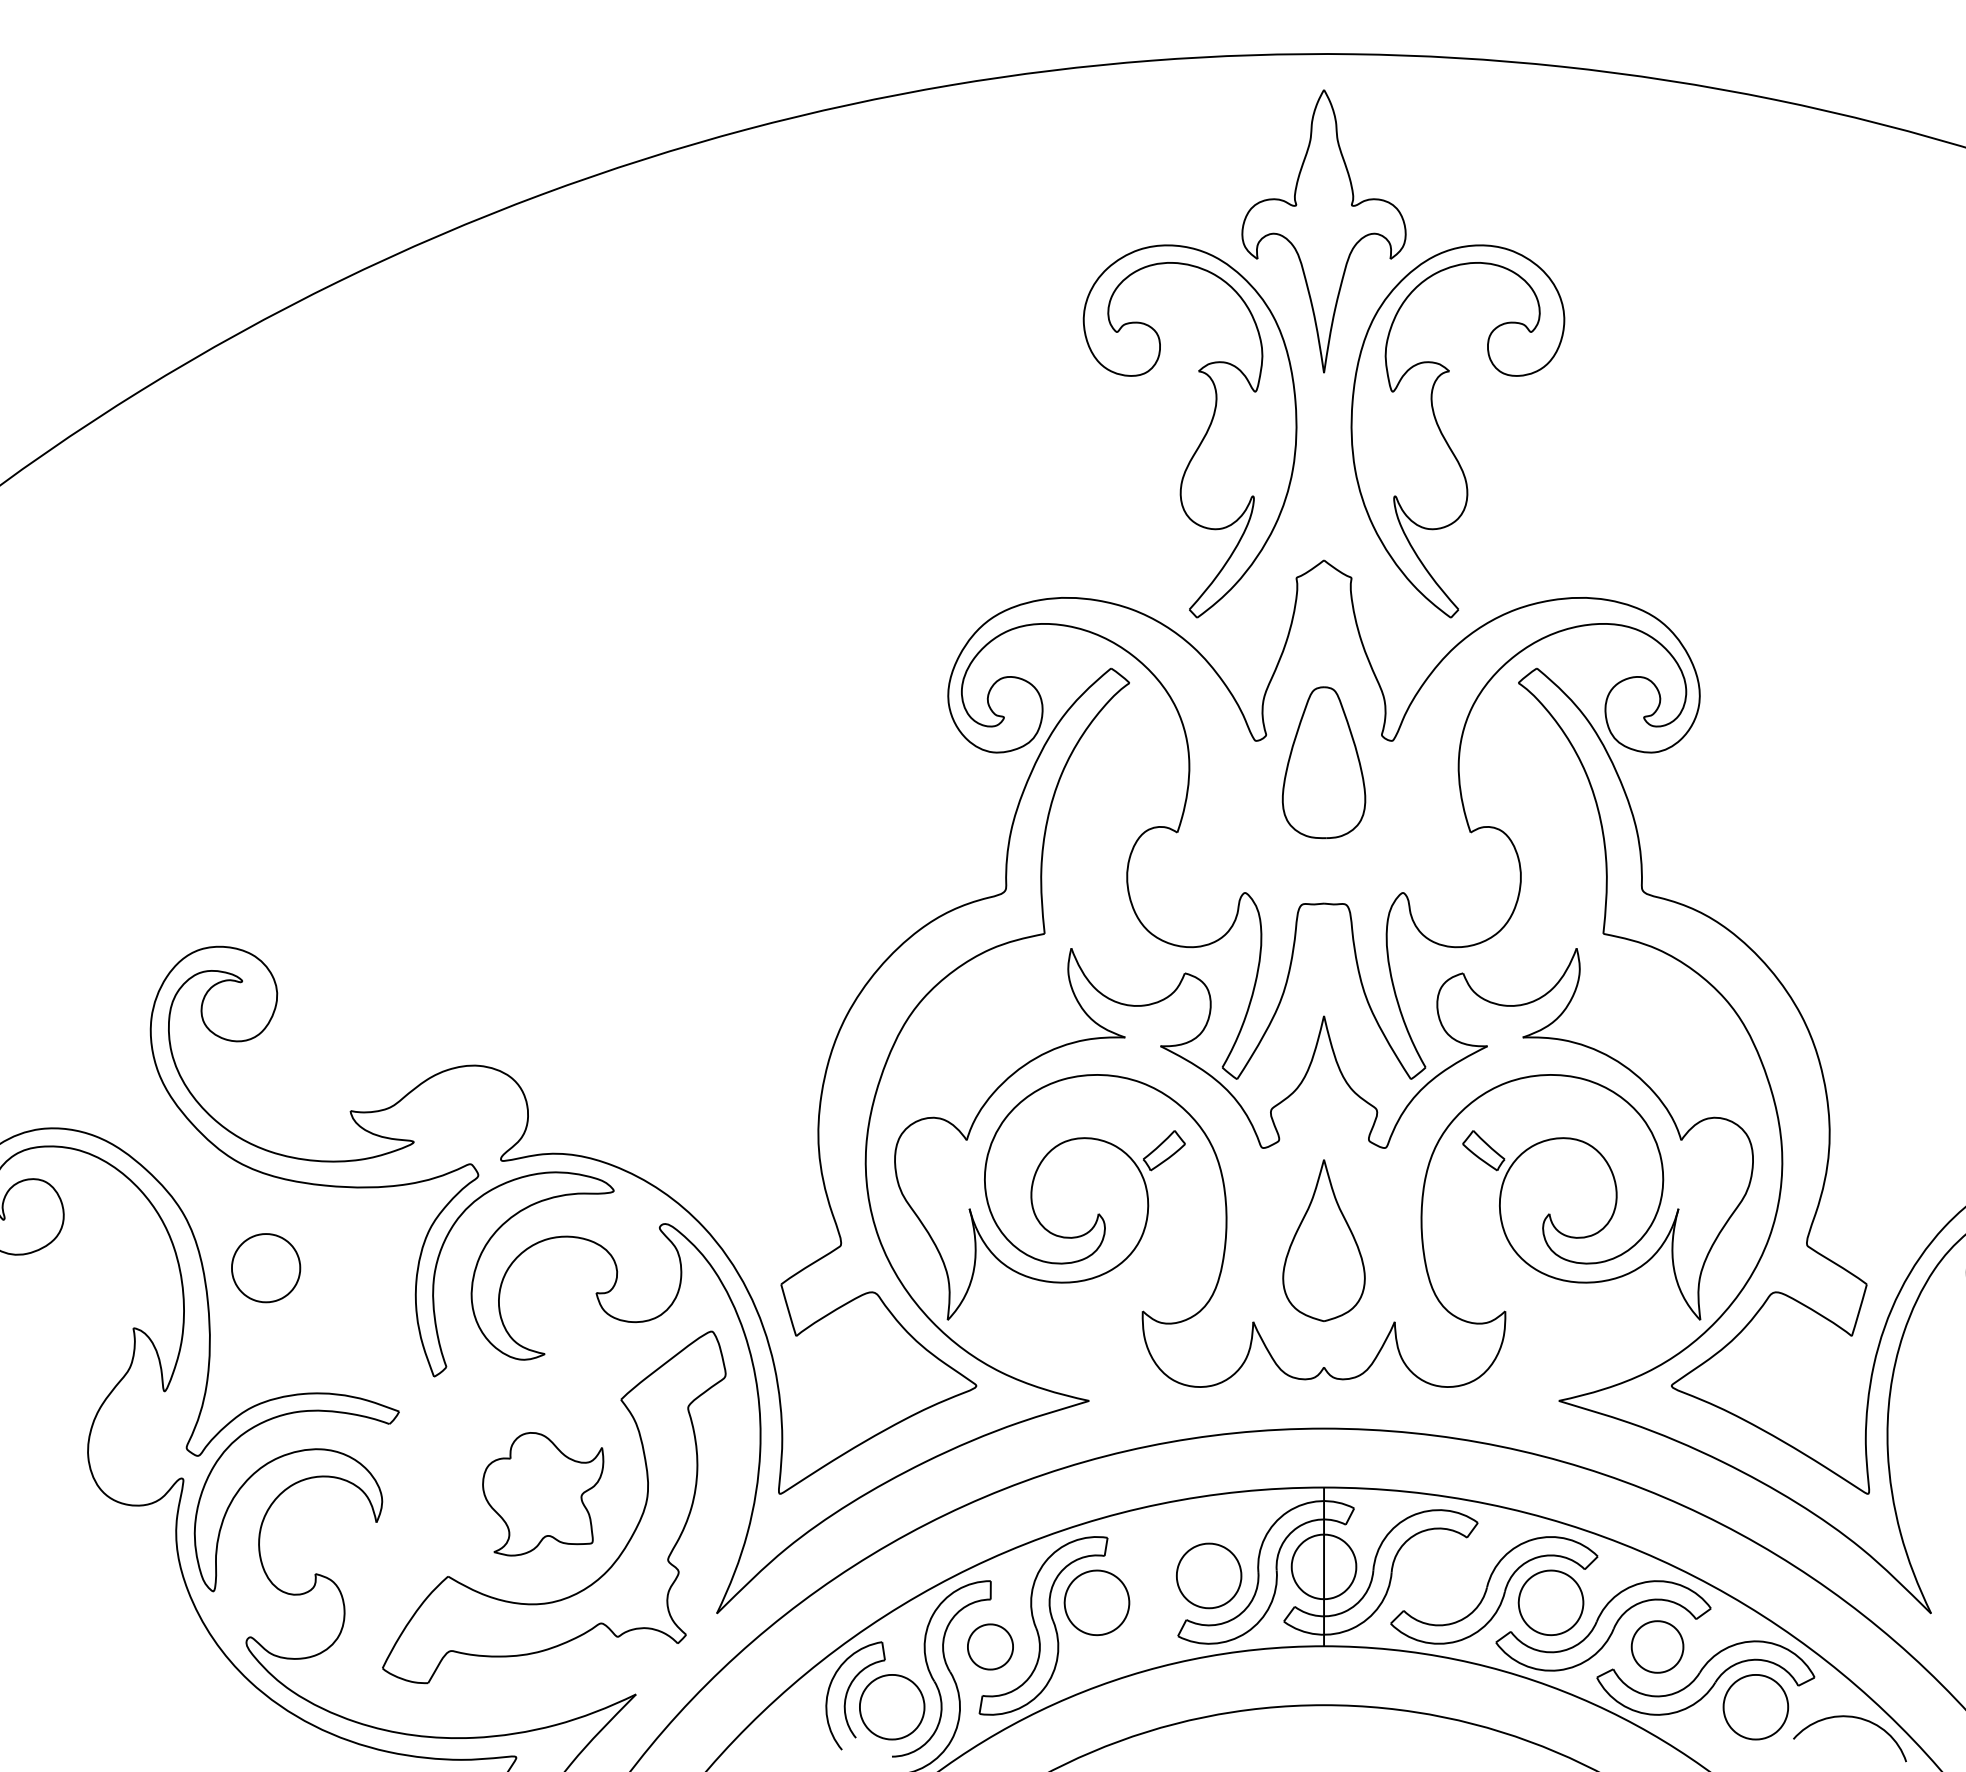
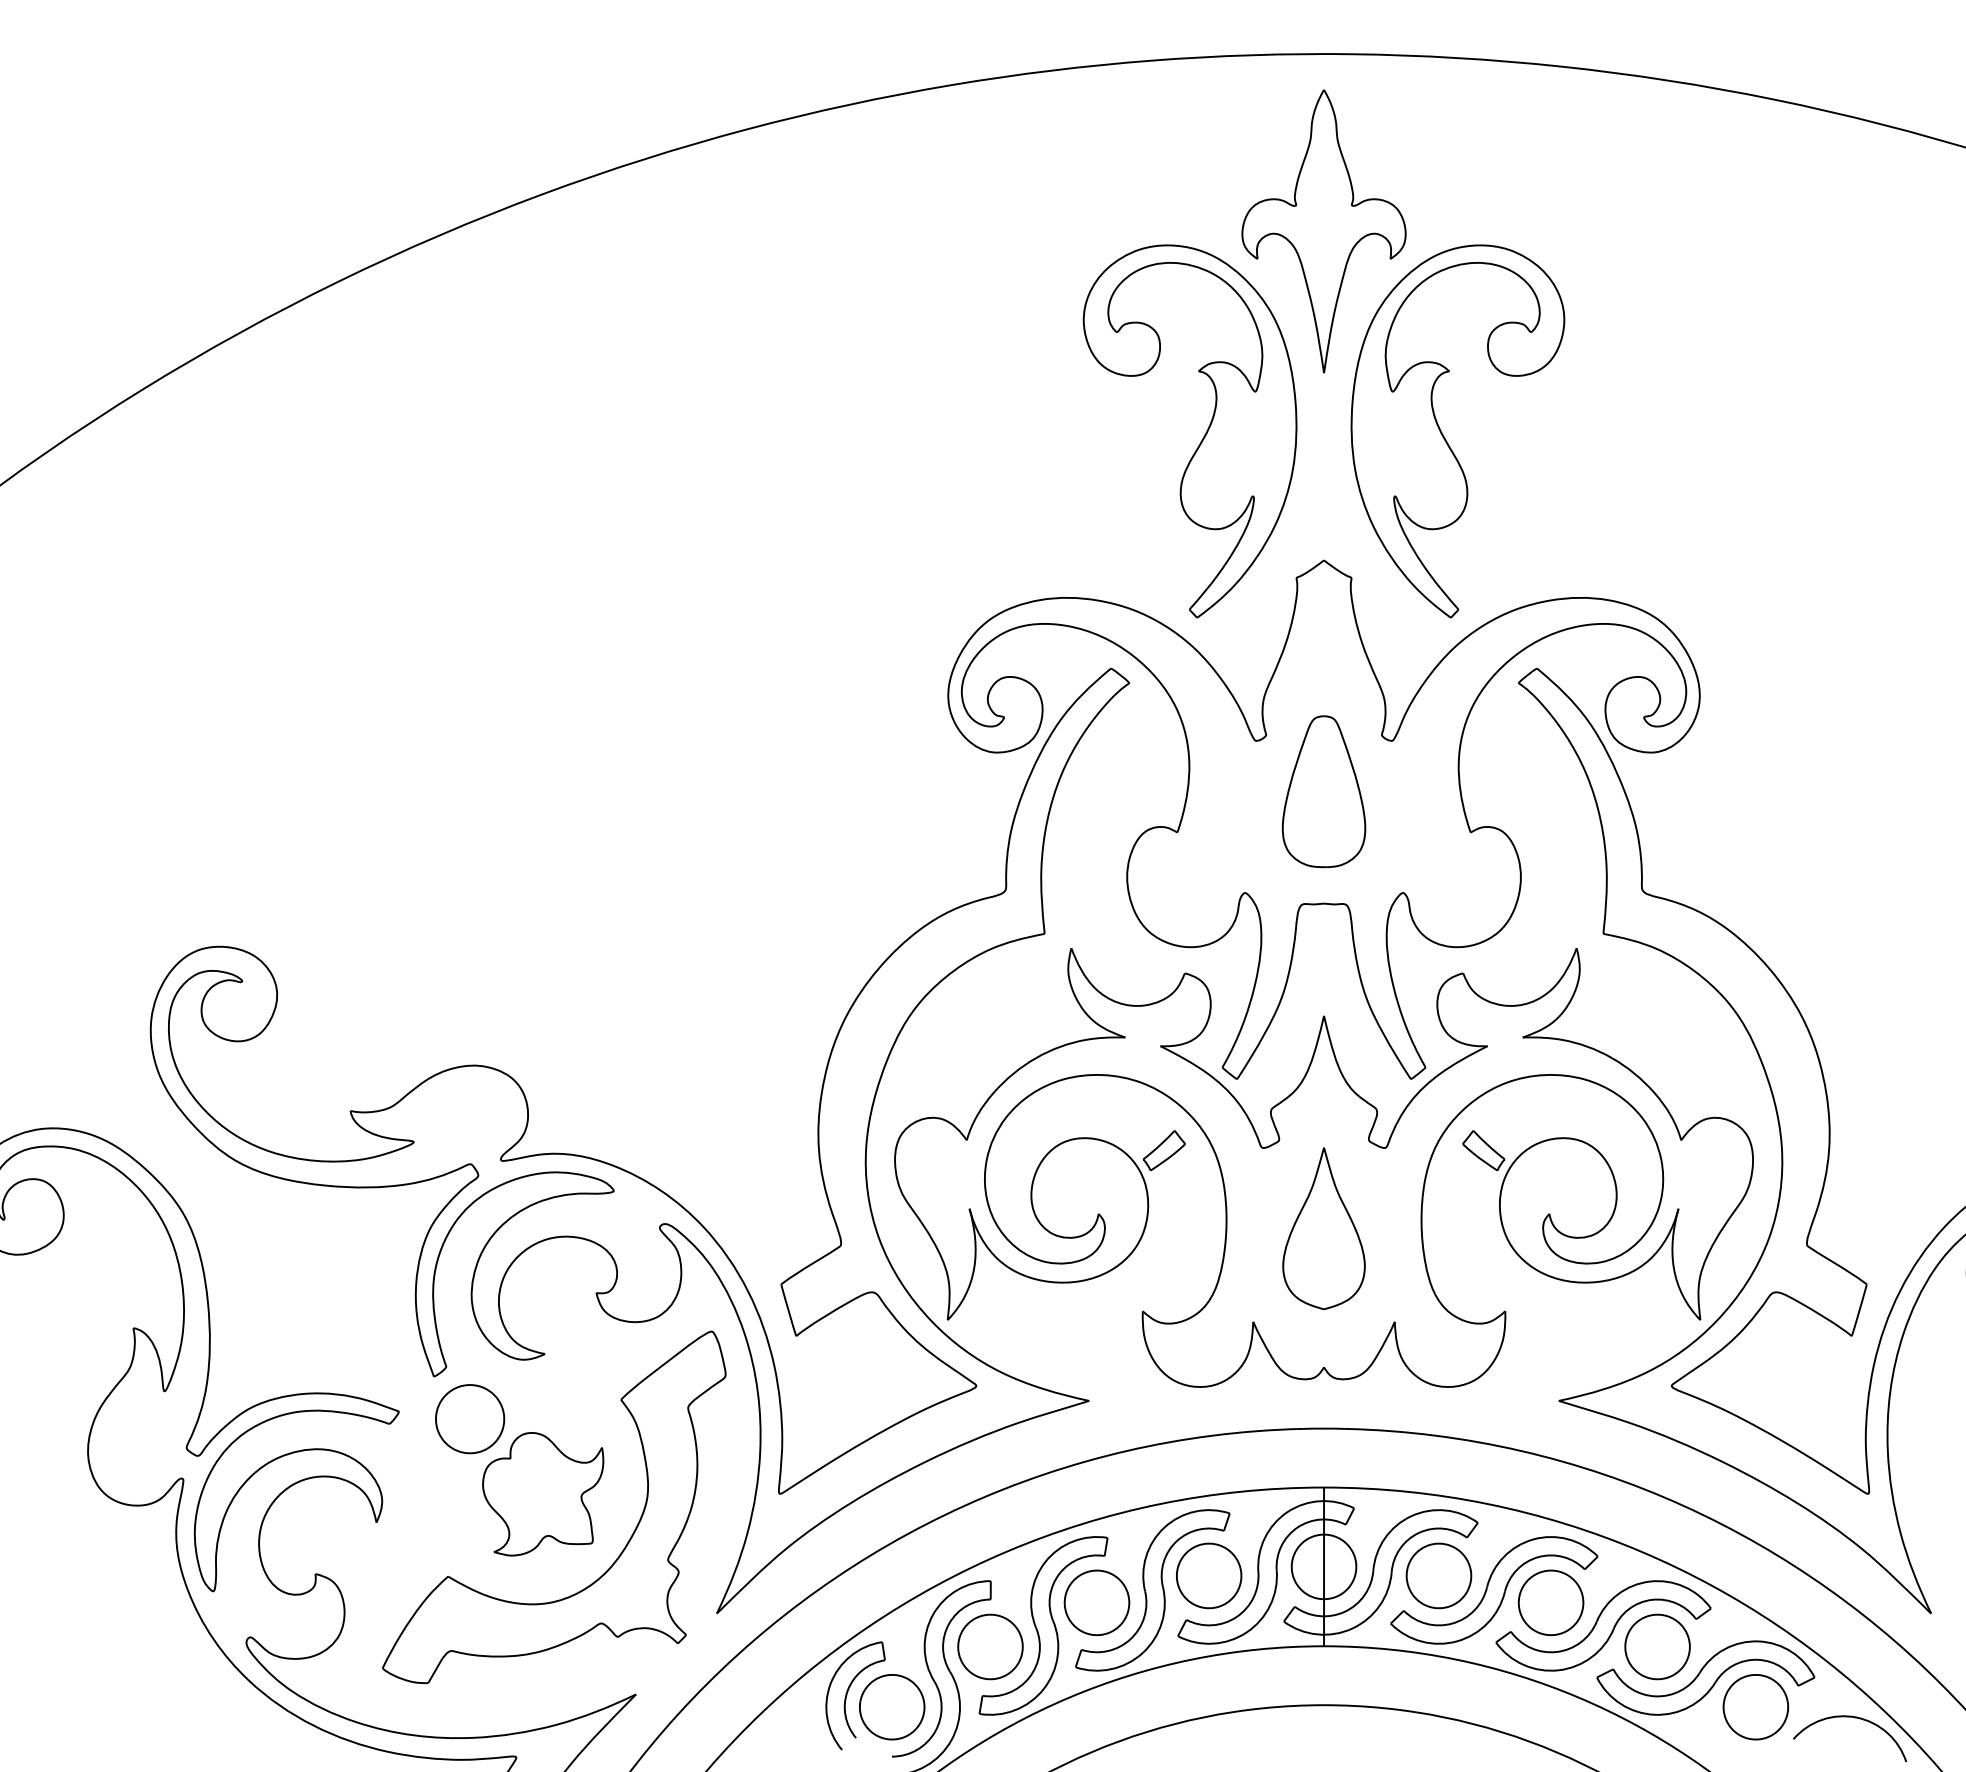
part at (1323, 762) position: (1323, 762) -> (1323, 791)
part at (1323, 1240) position: (1323, 1240) -> (1323, 1228)
part at (266, 1268) position: (266, 1268) -> (470, 1419)
part at (1438, 1575): none -> present
part at (1152, 1590): none -> present
part at (990, 1646) size: 47x48 px -> 67x68 px
part at (1657, 1646) size: 55x54 px -> 67x68 px
